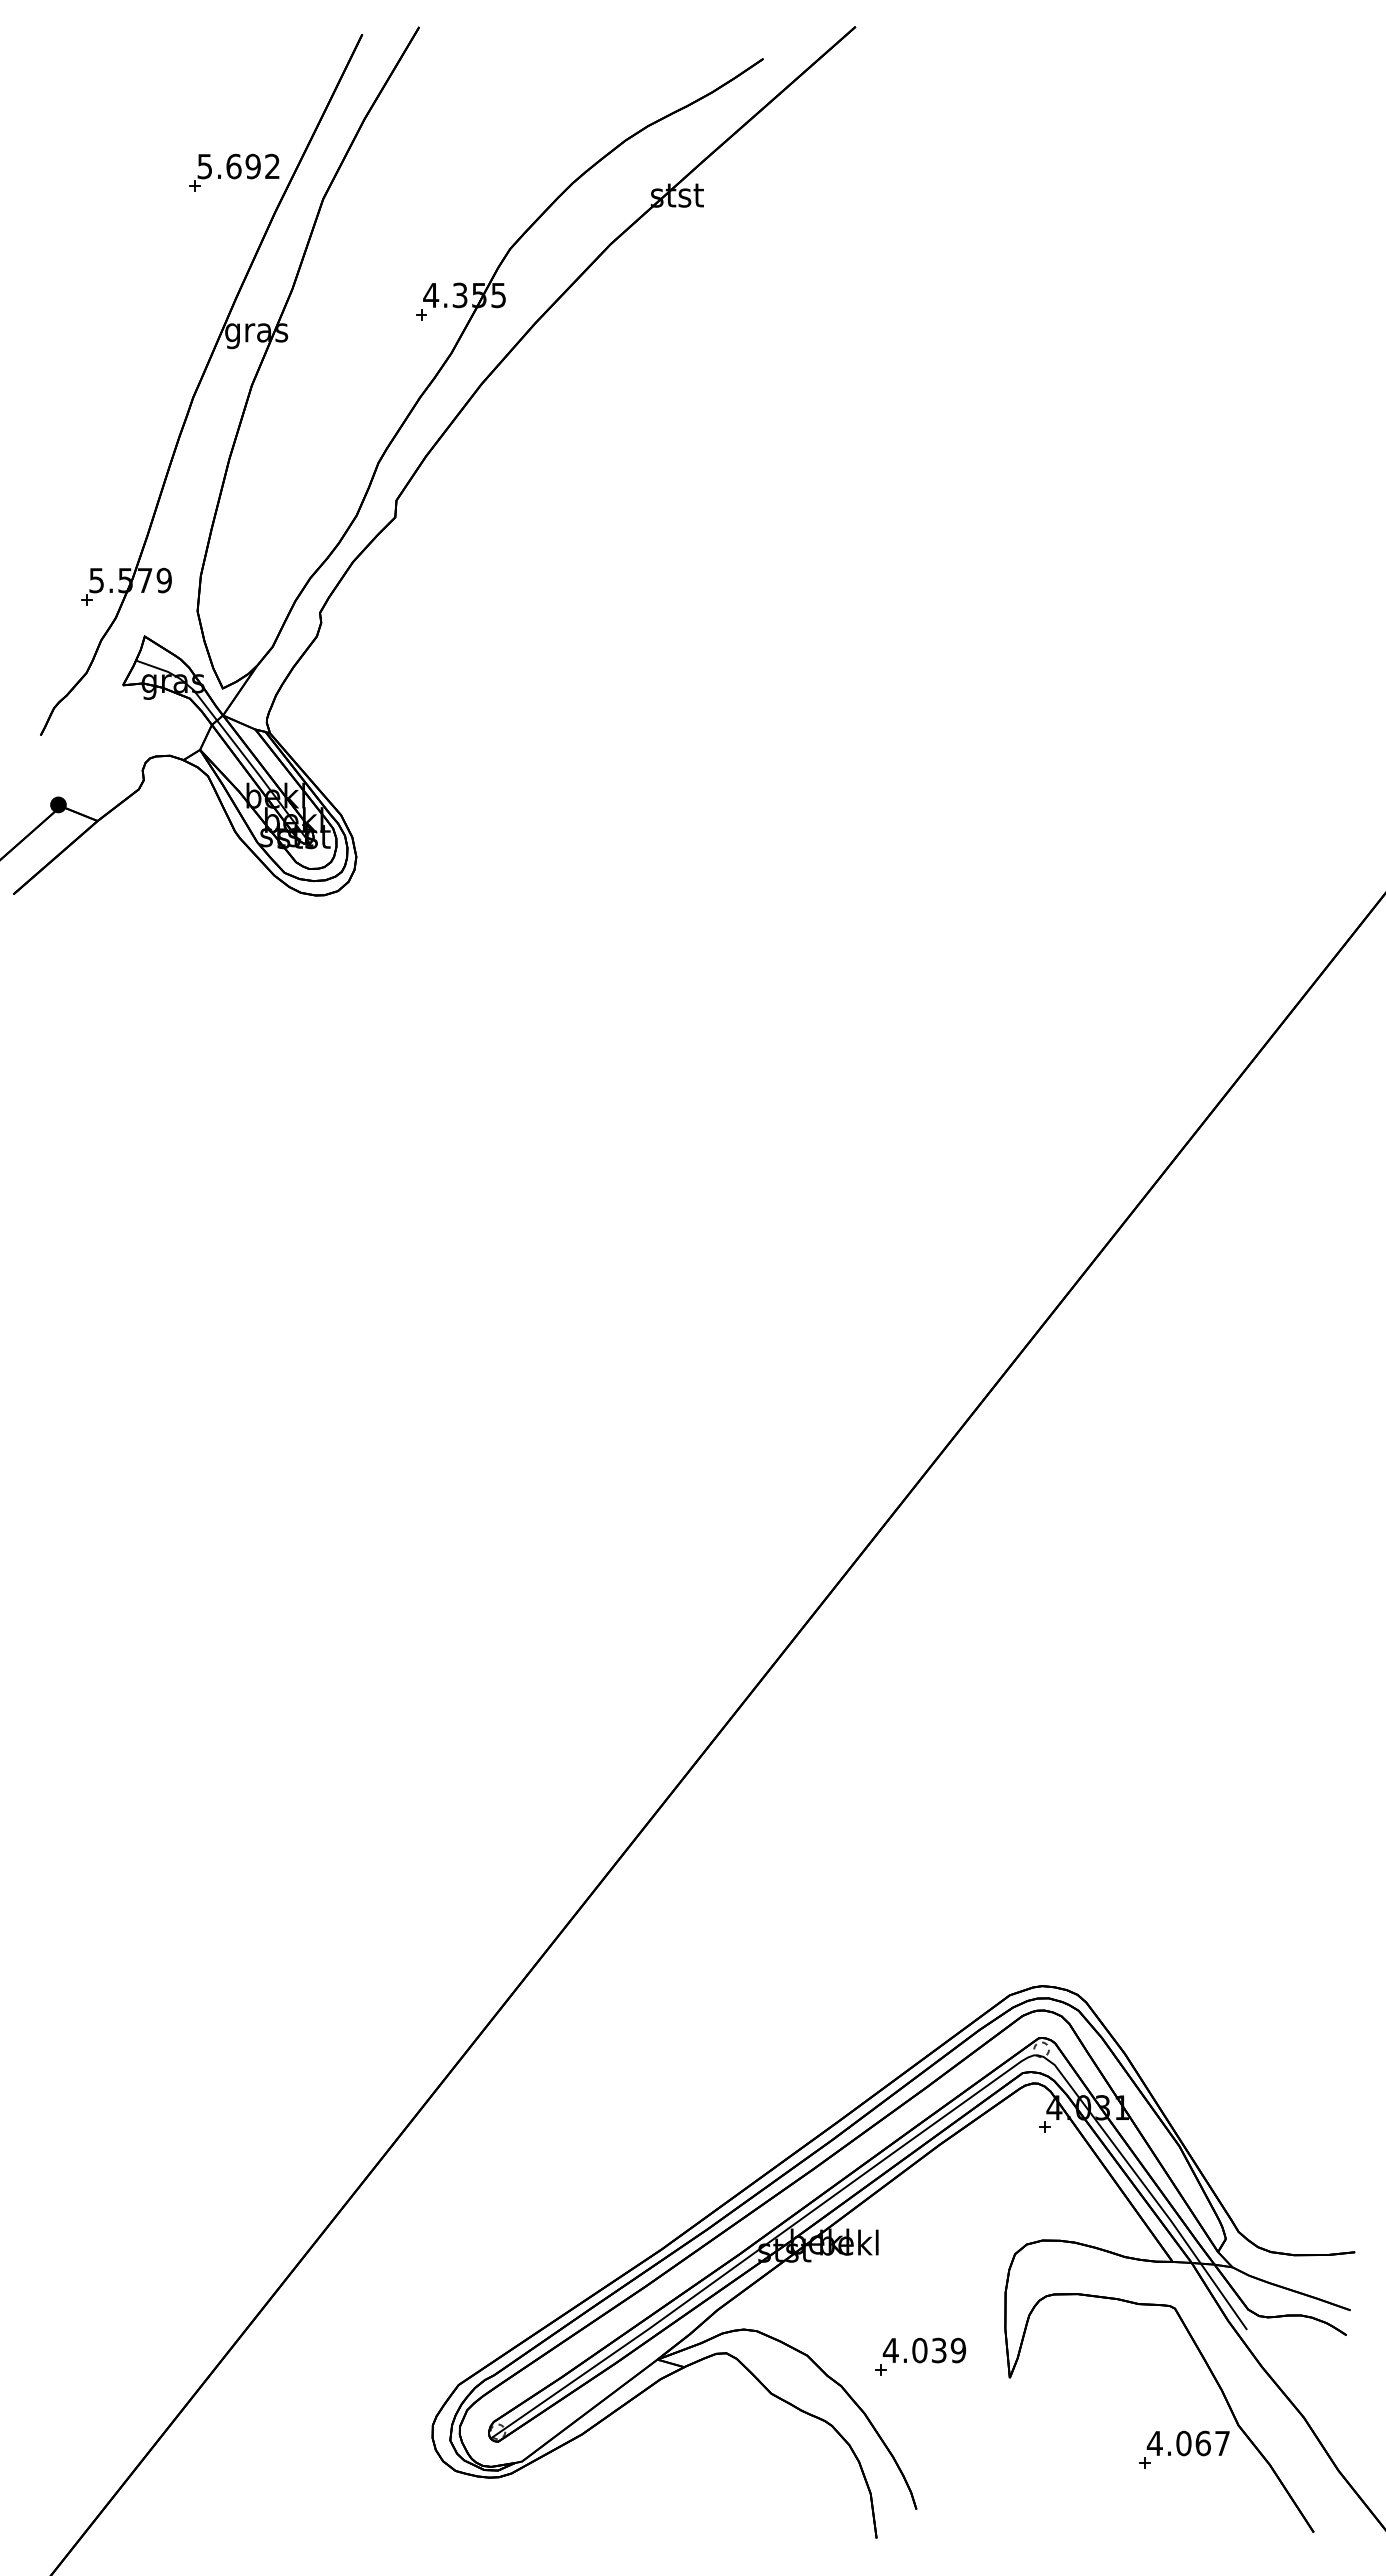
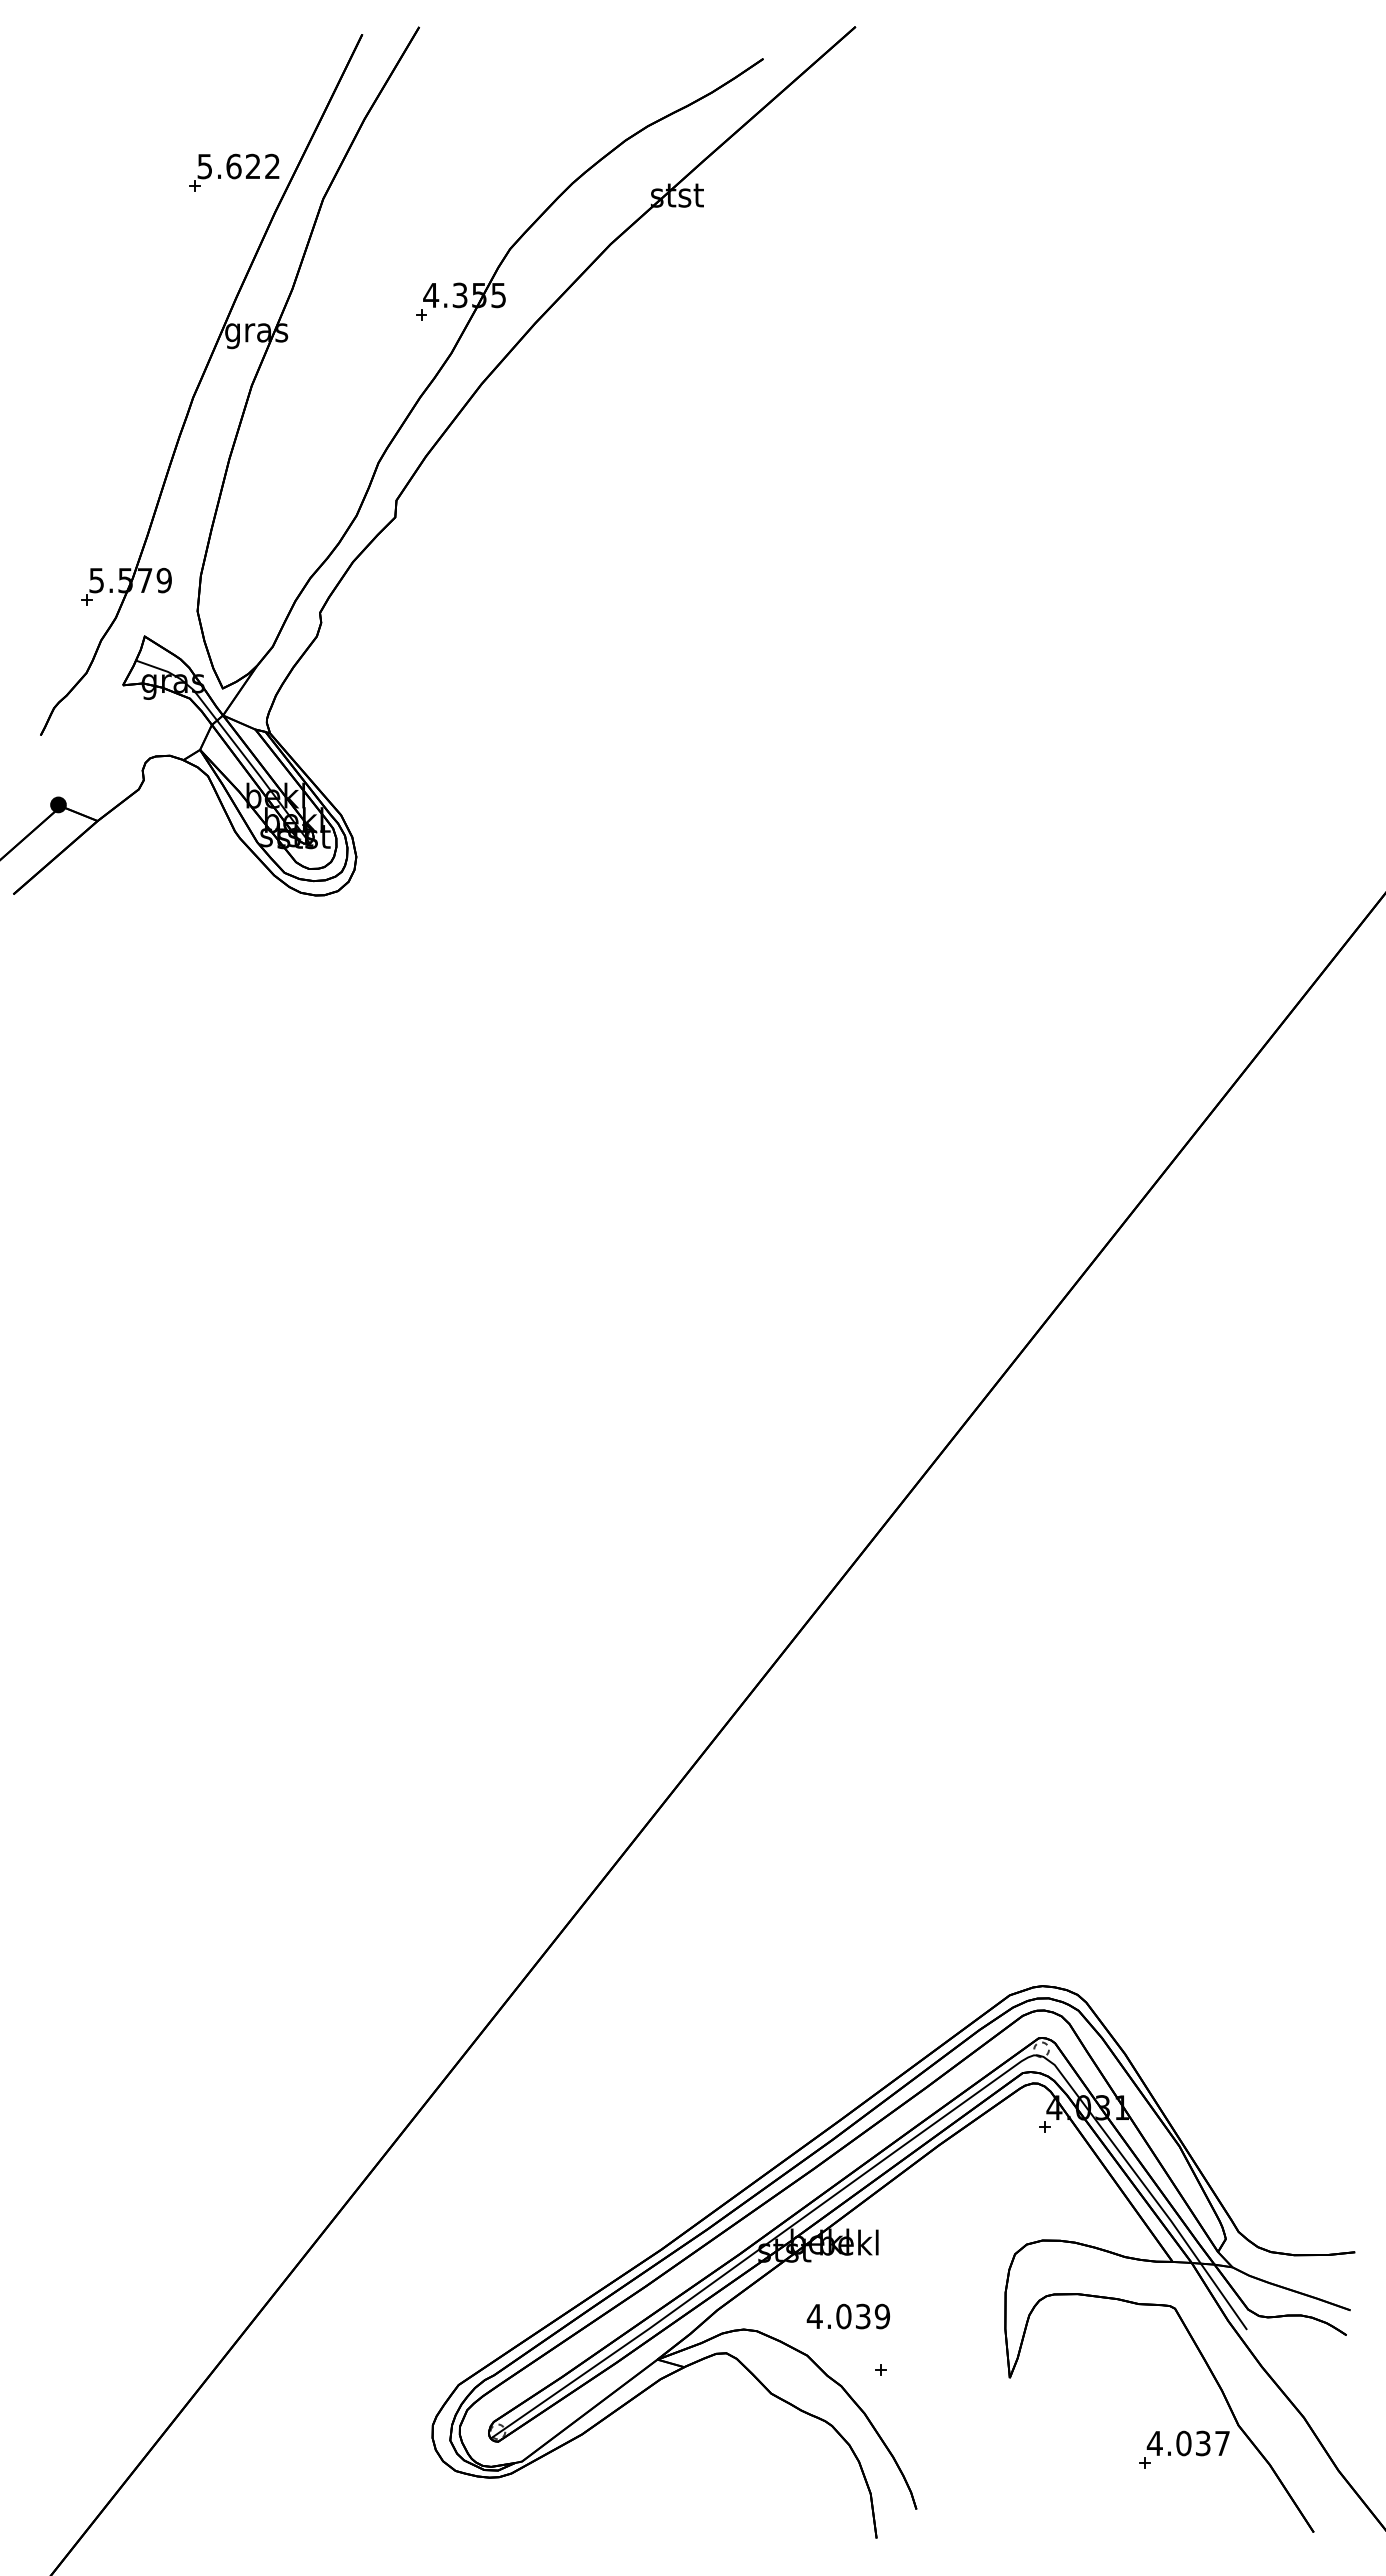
text at (252, 166): 5.692 -> 5.622
text at (923, 2350) position: (923, 2350) -> (847, 2316)
text at (1202, 2443): 4.067 -> 4.037
